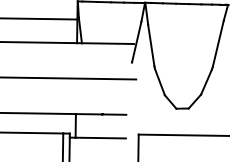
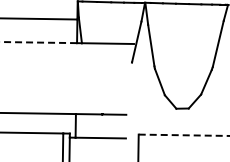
line at (38, 42): solid -> dashed
line at (69, 78): present -> none
line at (184, 135): solid -> dashed
